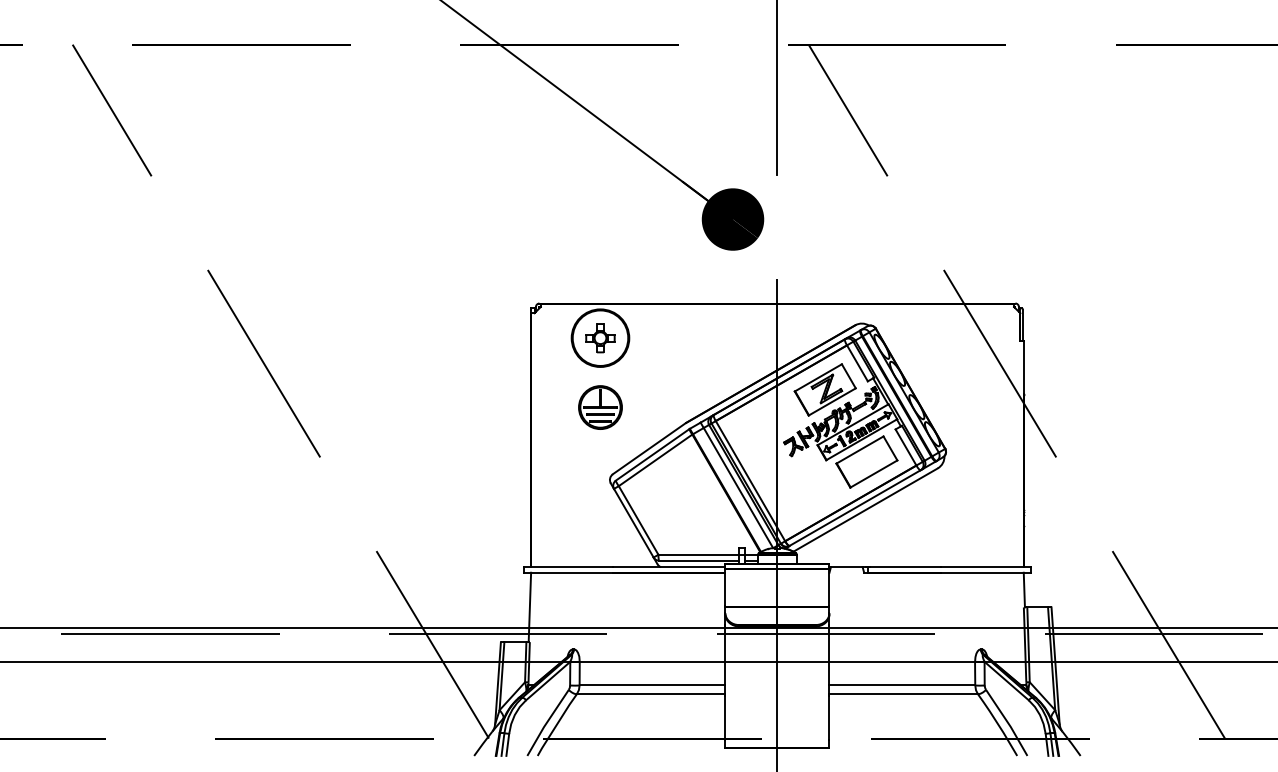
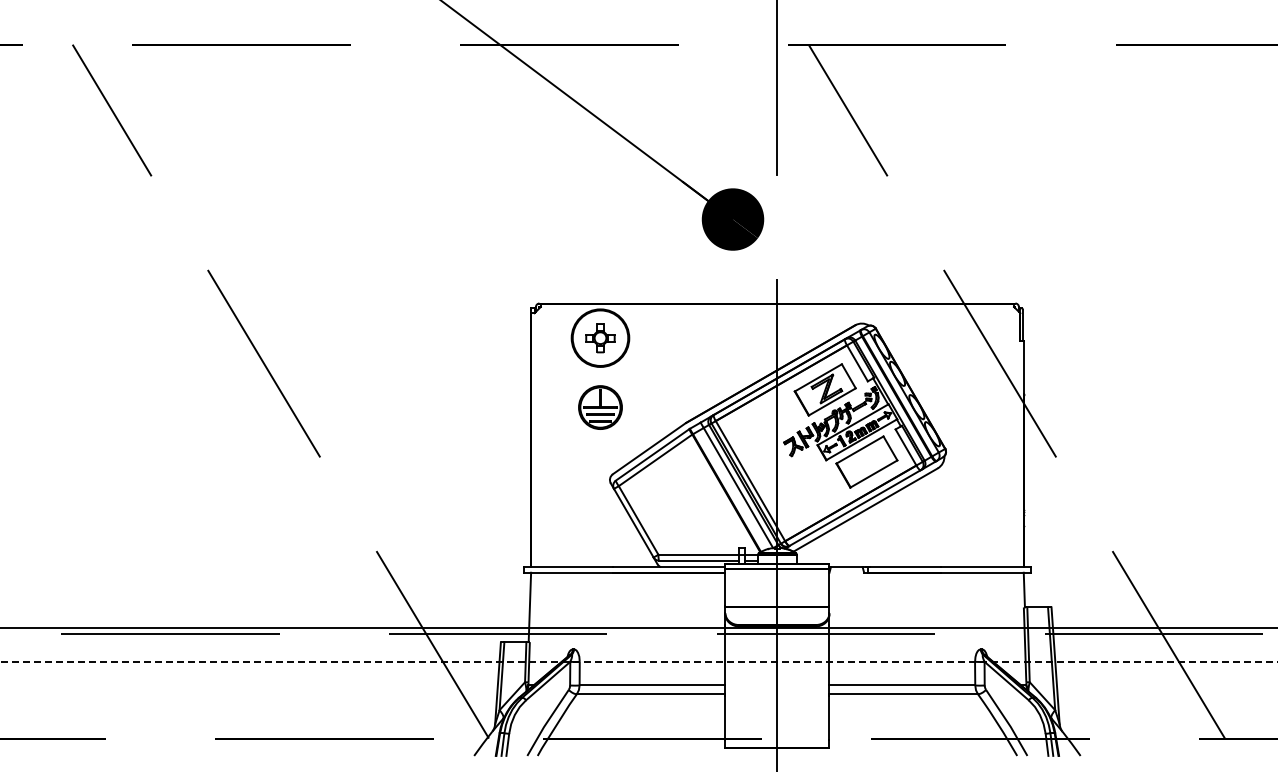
line at (639, 662): solid -> dashed
